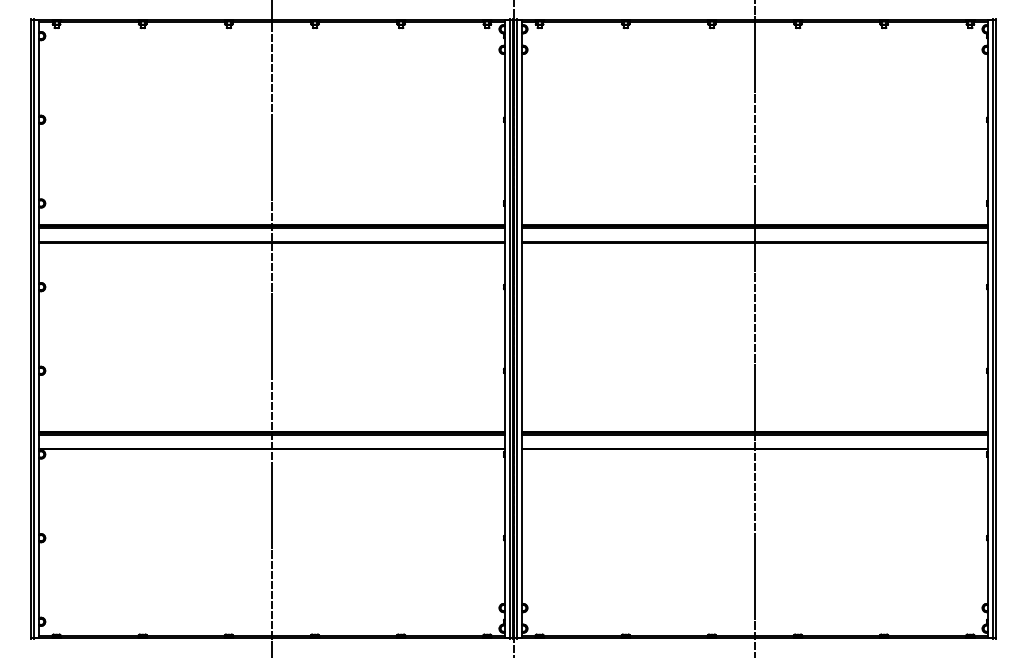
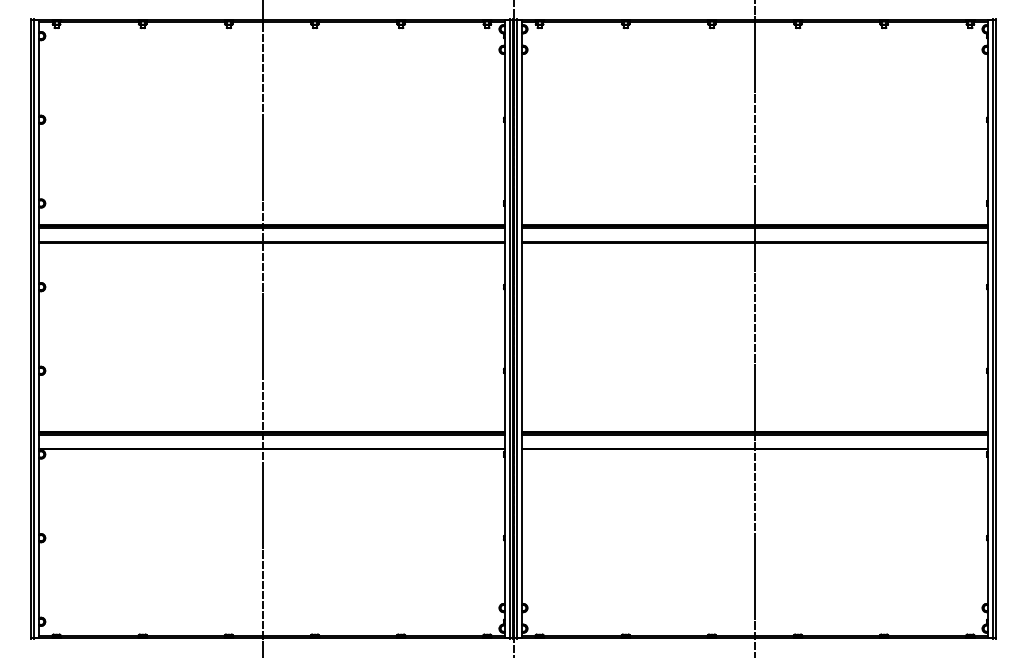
line at (271, 328) position: (271, 328) -> (262, 328)
